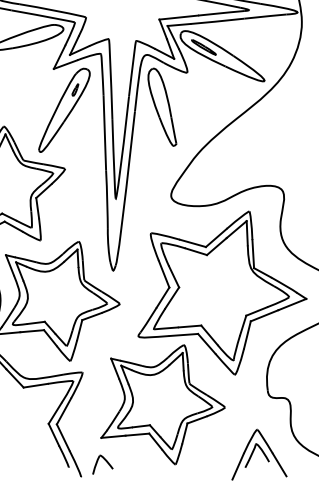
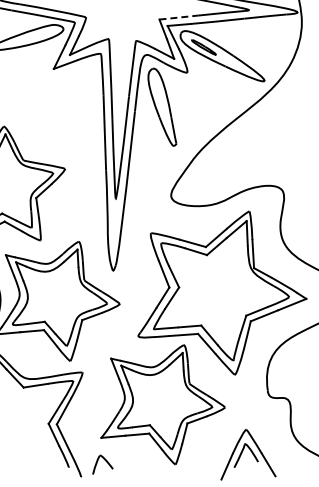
line at (179, 17): solid -> dashed
part at (64, 109): present -> none
part at (259, 454) position: (259, 454) -> (248, 454)
